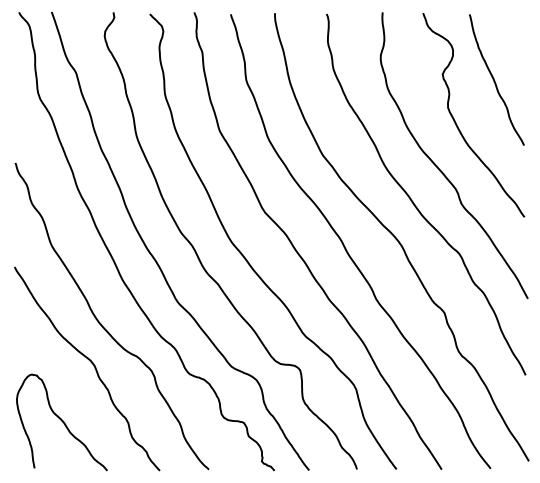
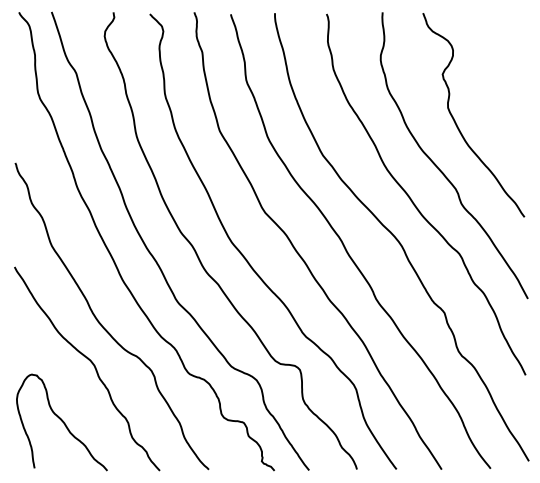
curve at (495, 80): present -> none
